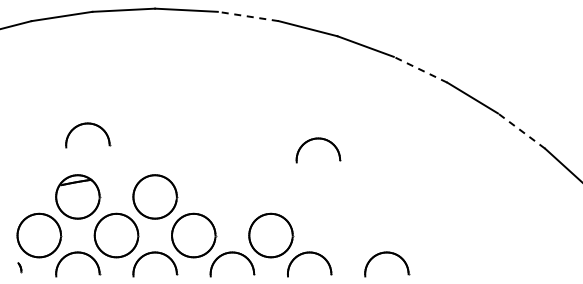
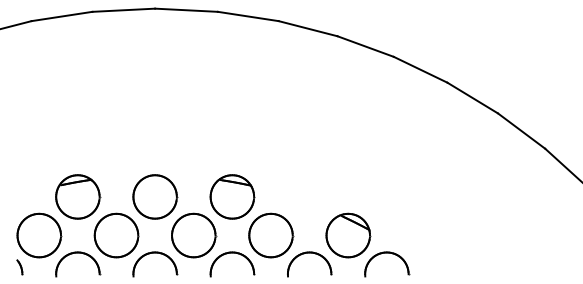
line at (248, 16): dashed -> solid
line at (420, 69): dashed -> solid
part at (88, 124): present -> none
line at (521, 130): dashed -> solid
part at (318, 139): present -> none
part at (232, 196): none -> present
part at (348, 235): none -> present
part at (19, 267) size: 6x12 px -> 8x17 px
